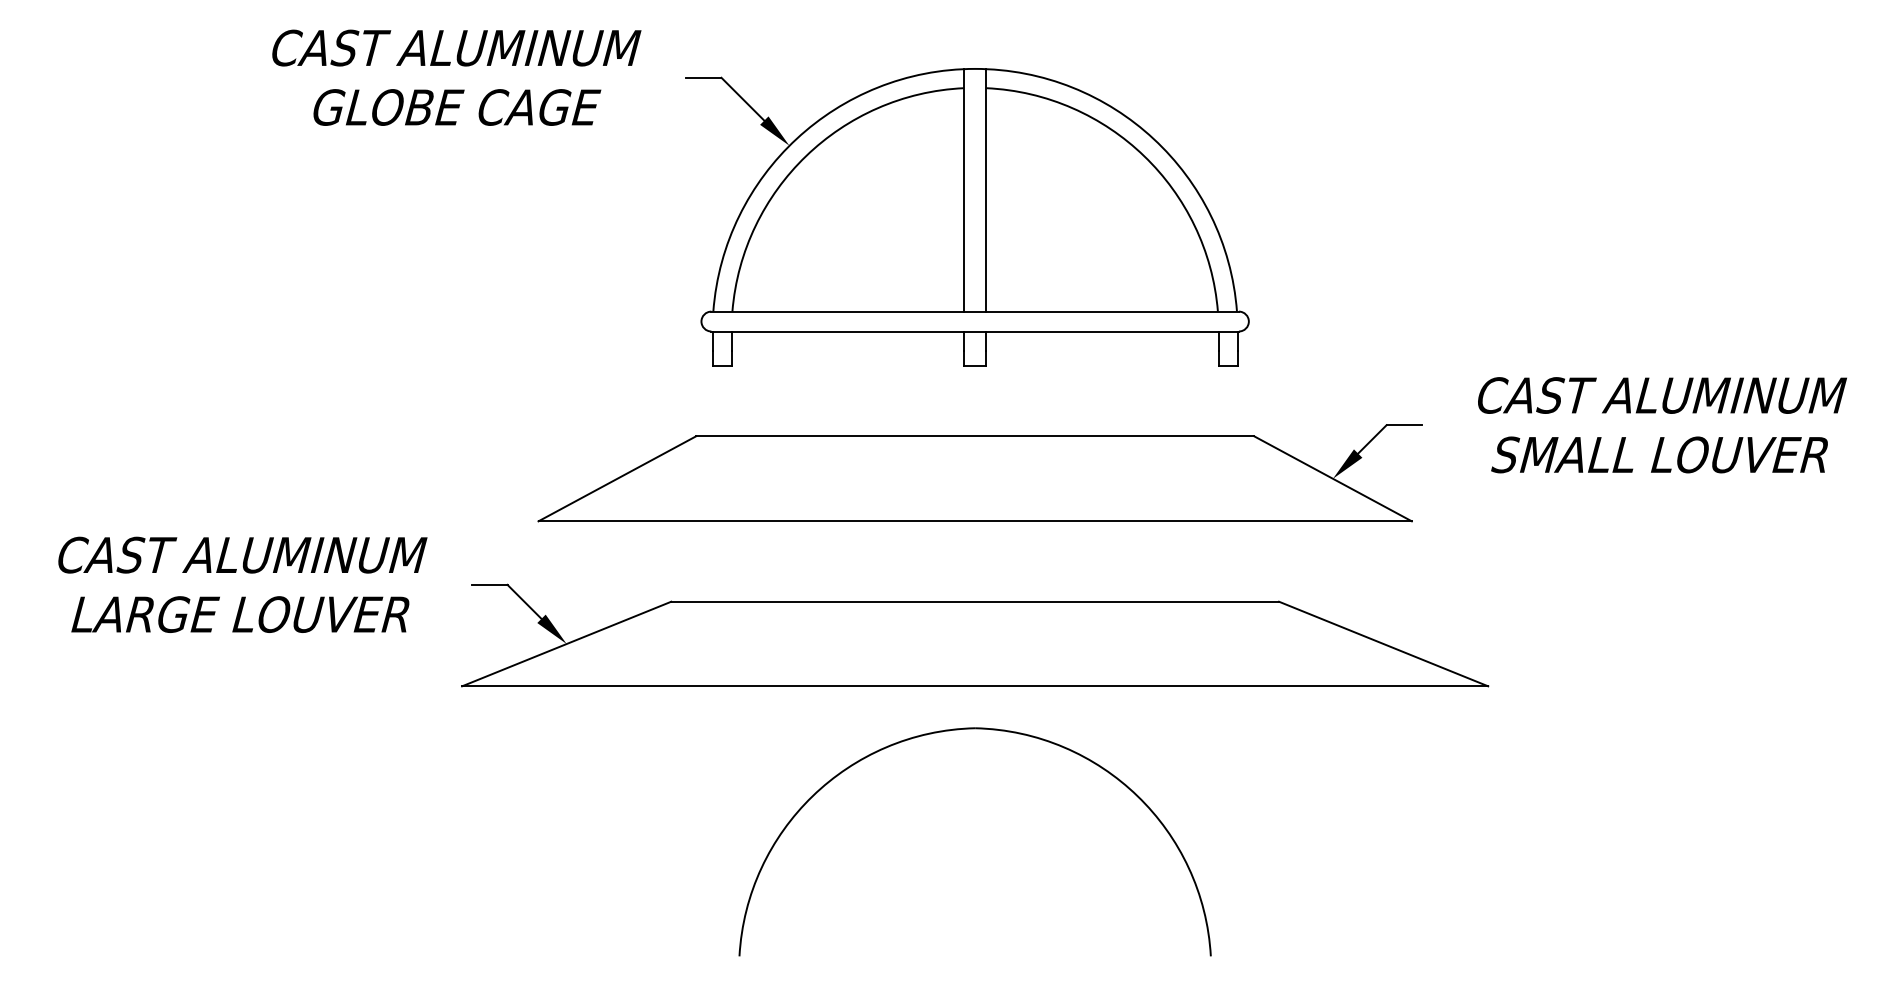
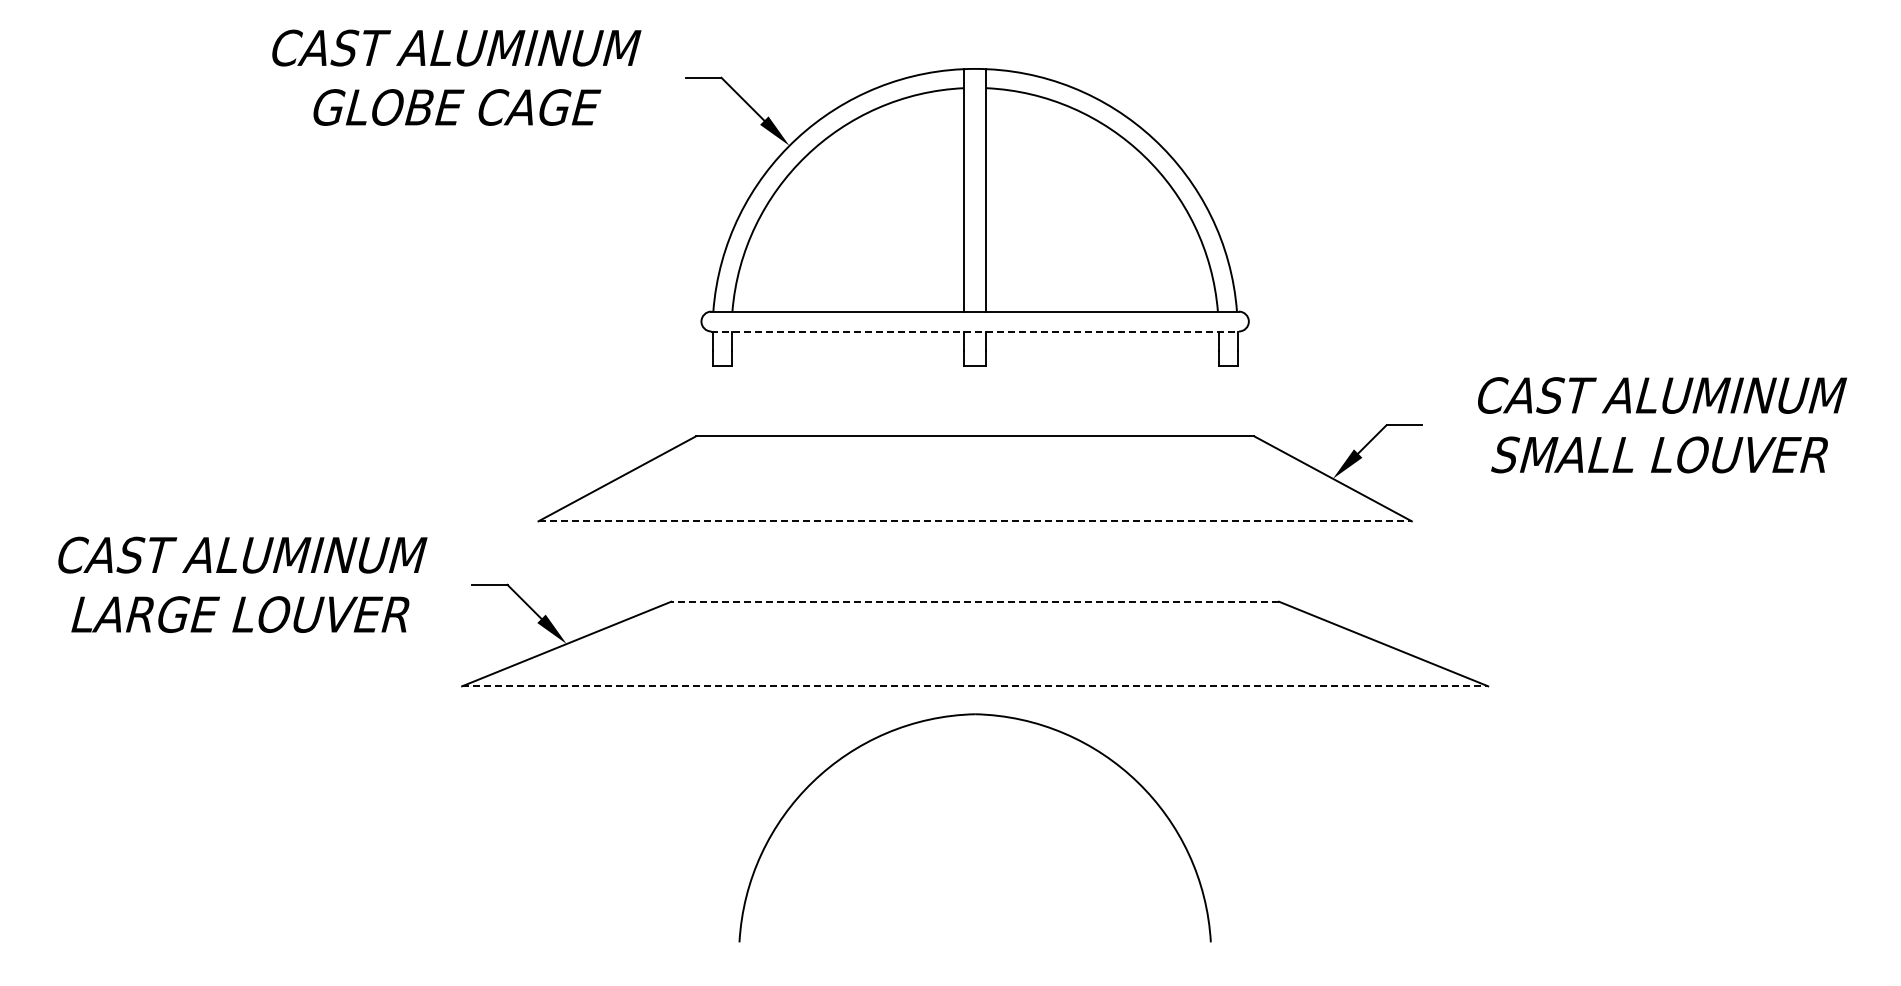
line at (975, 331): solid -> dashed
line at (975, 521): solid -> dashed
line at (975, 601): solid -> dashed
line at (975, 686): solid -> dashed
part at (974, 729) position: (974, 729) -> (974, 715)
